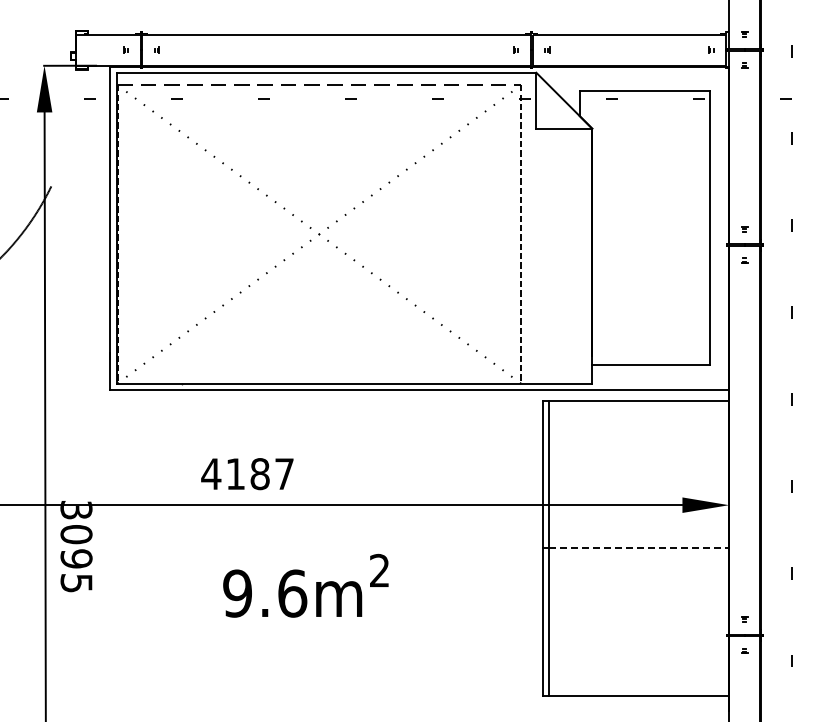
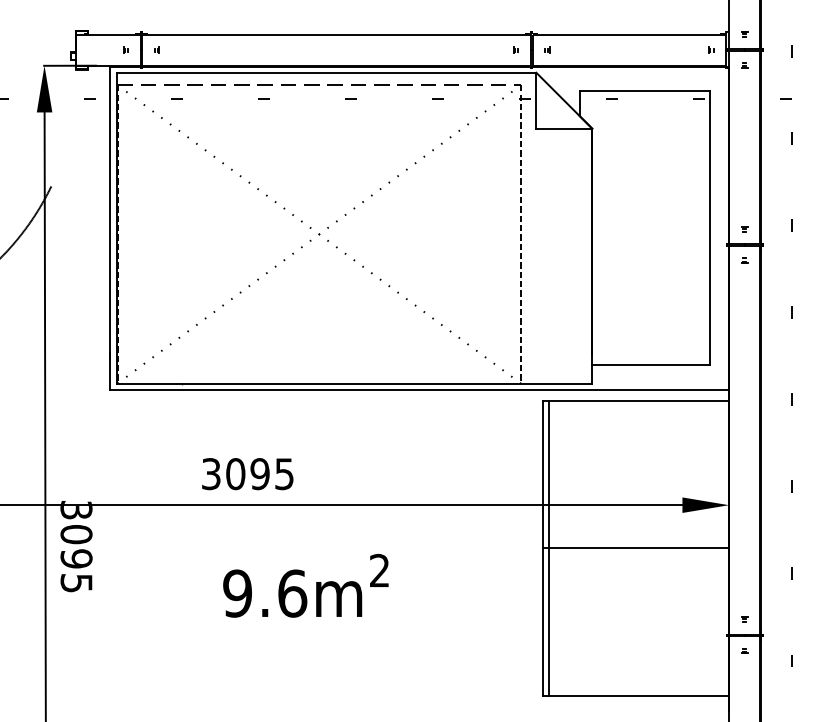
text at (247, 474): 4187 -> 3095
line at (639, 548): dashed -> solid
